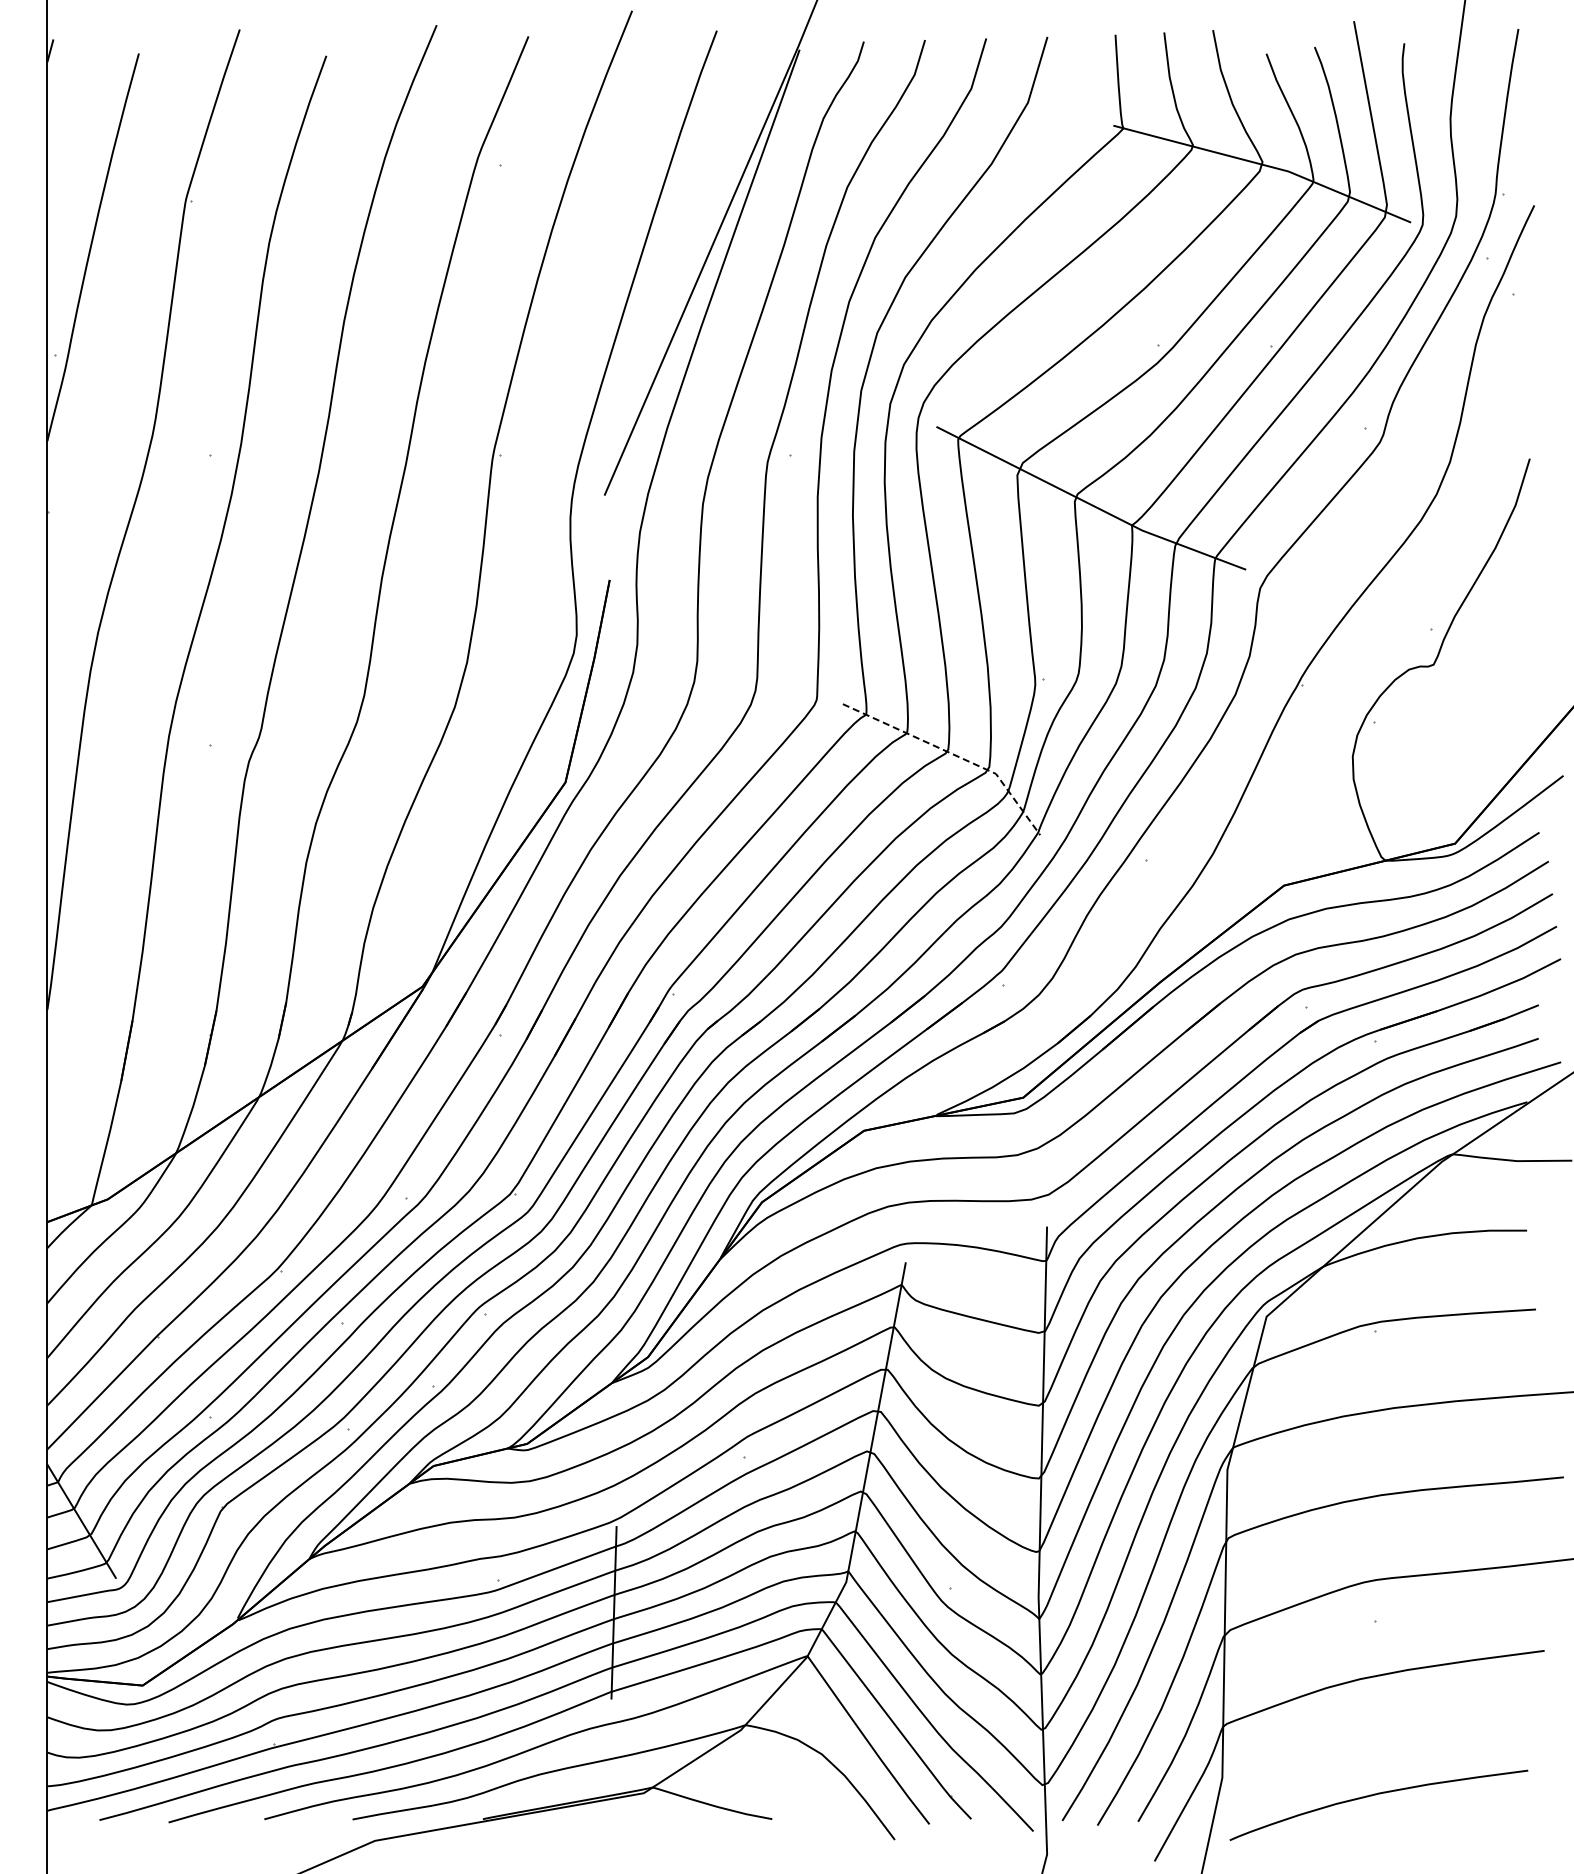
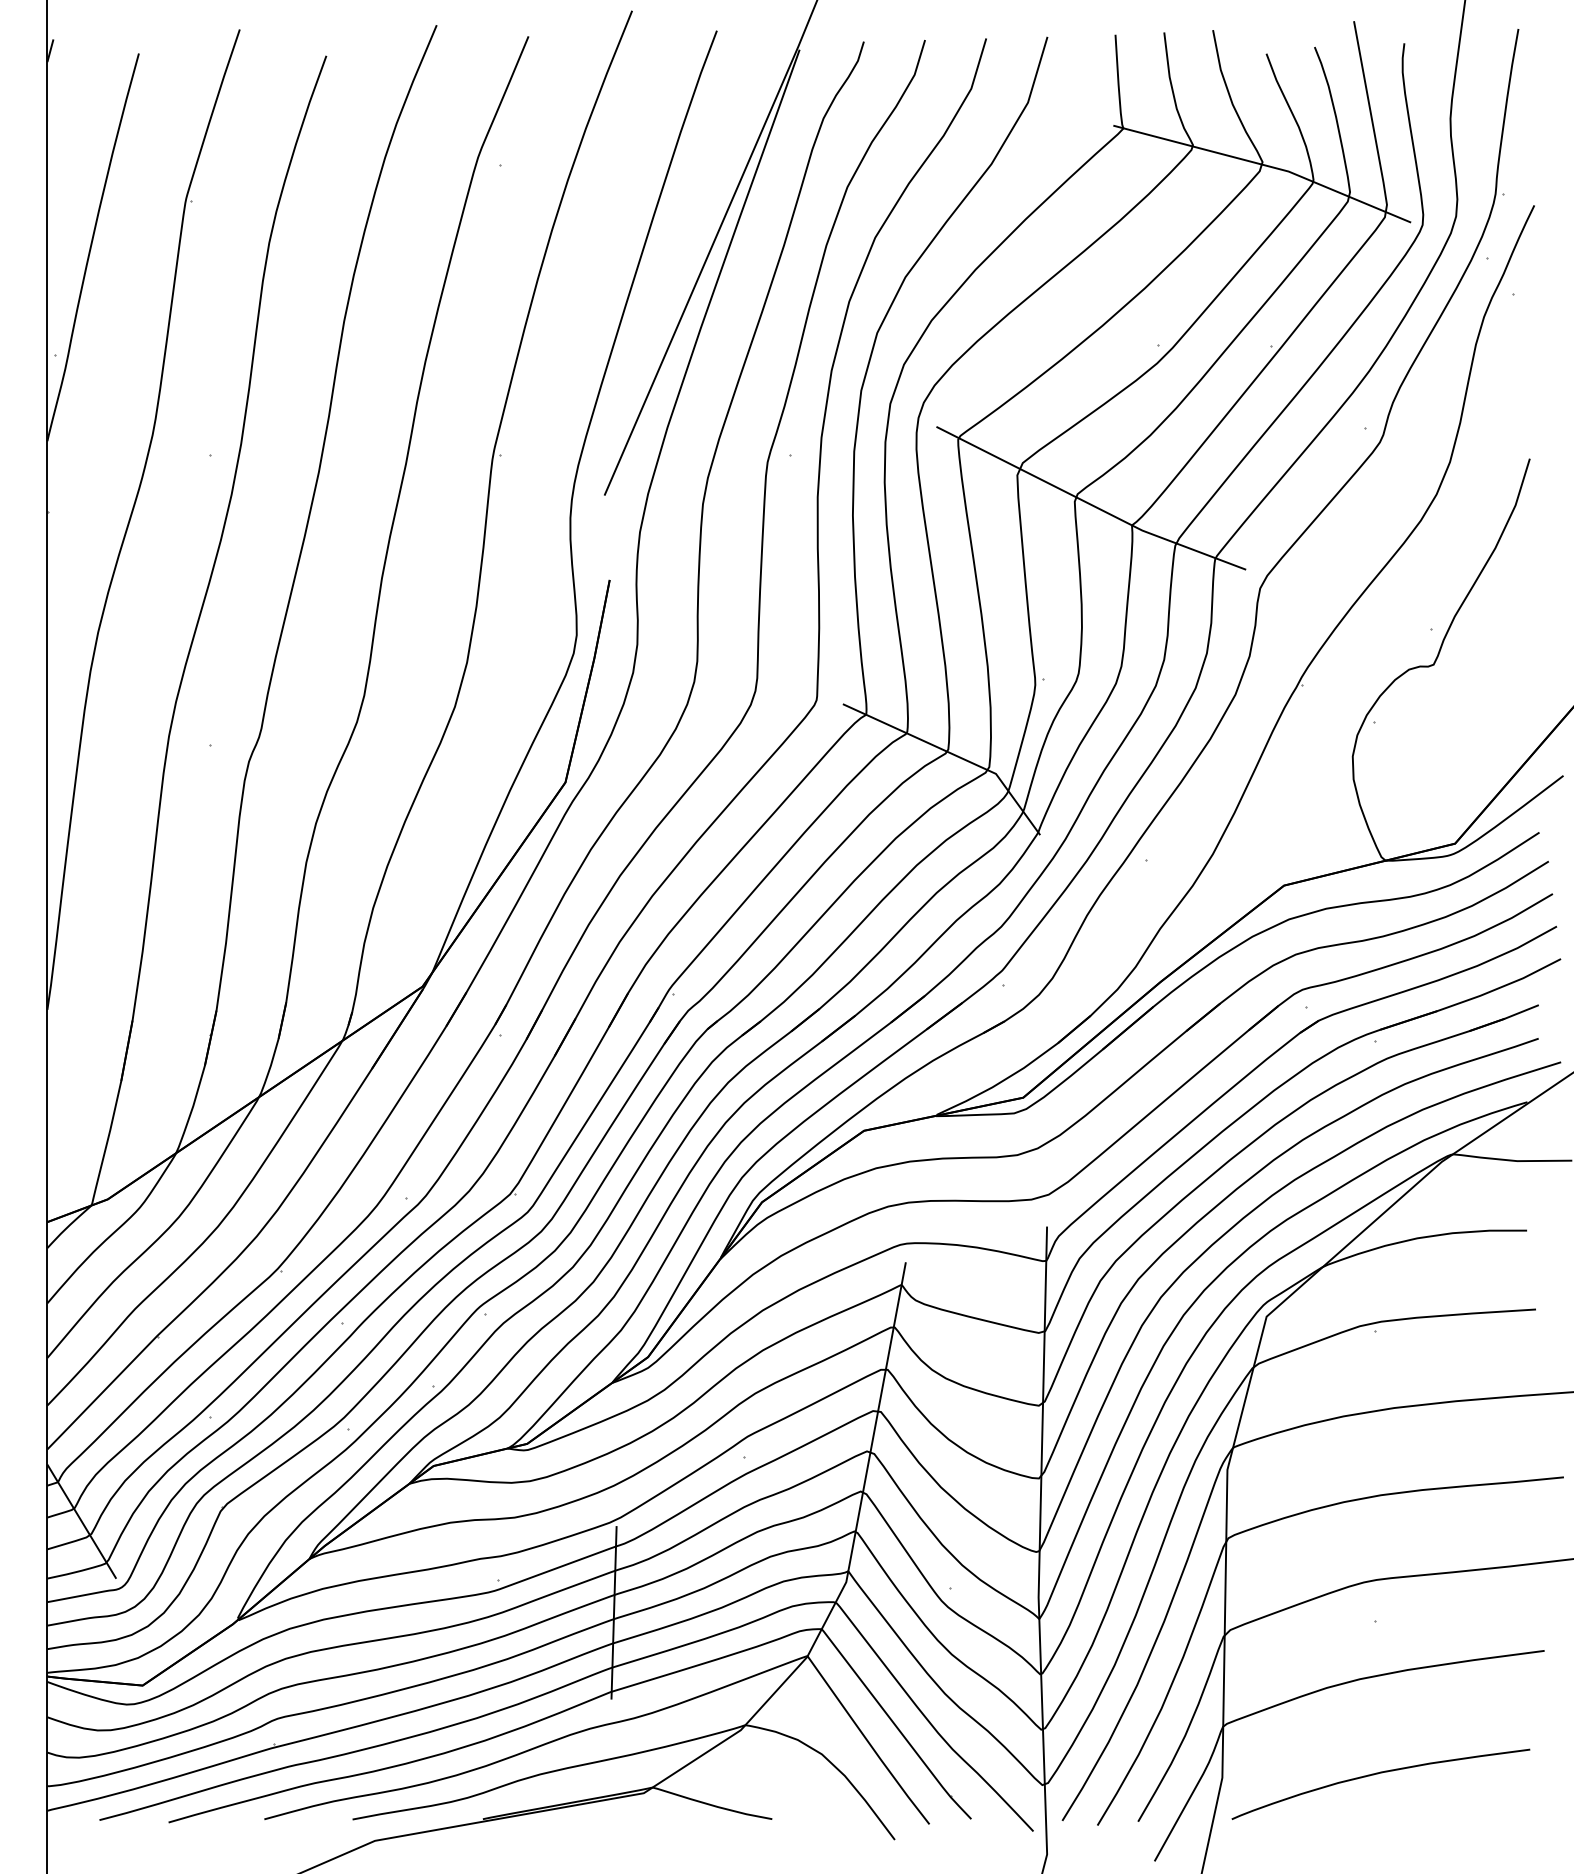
line at (954, 754): dashed -> solid
curve at (1376, 1795) position: (1376, 1795) -> (1378, 1774)
